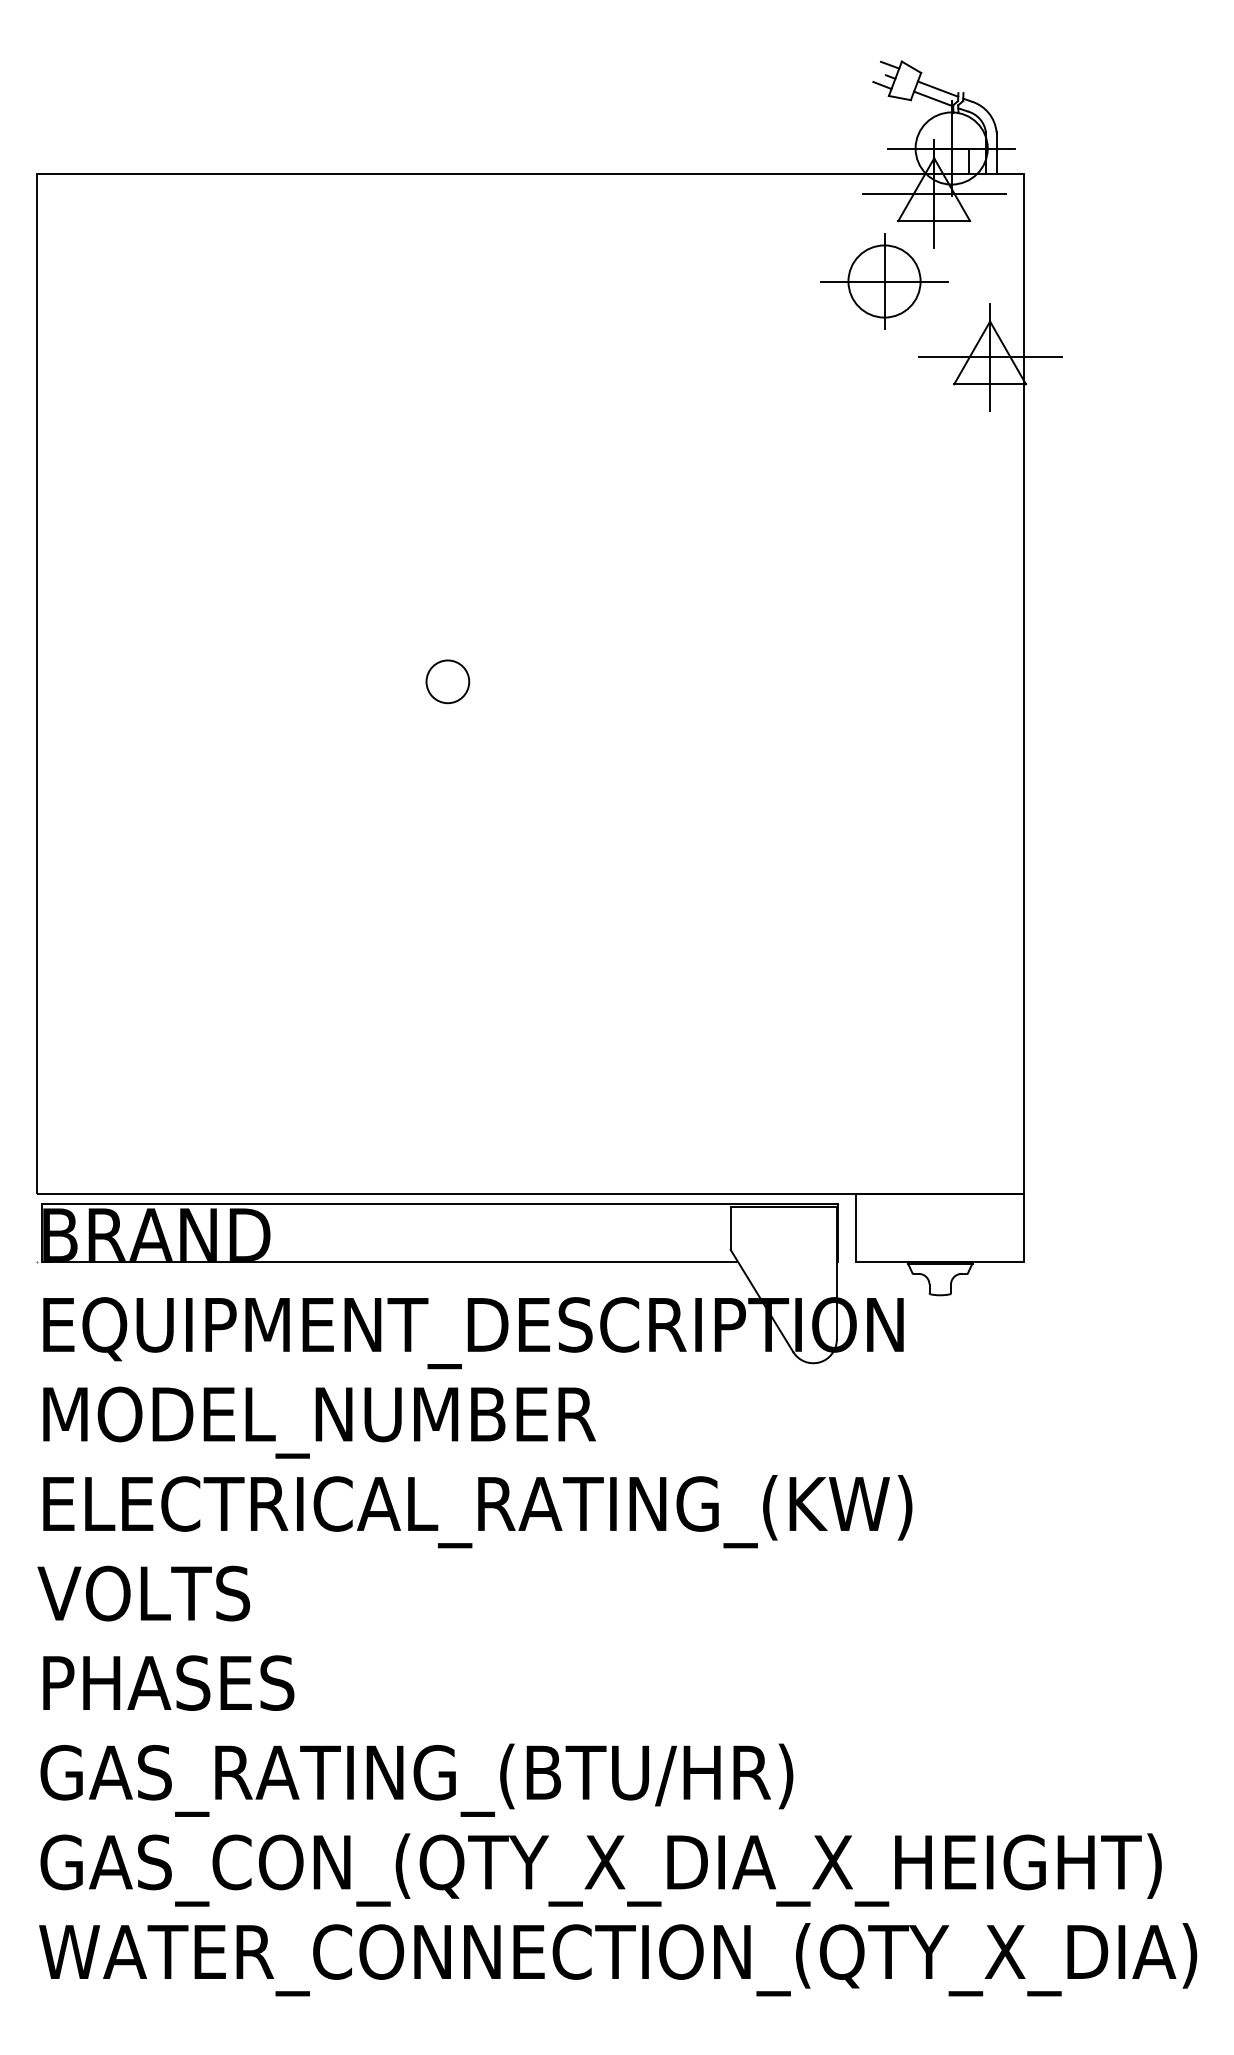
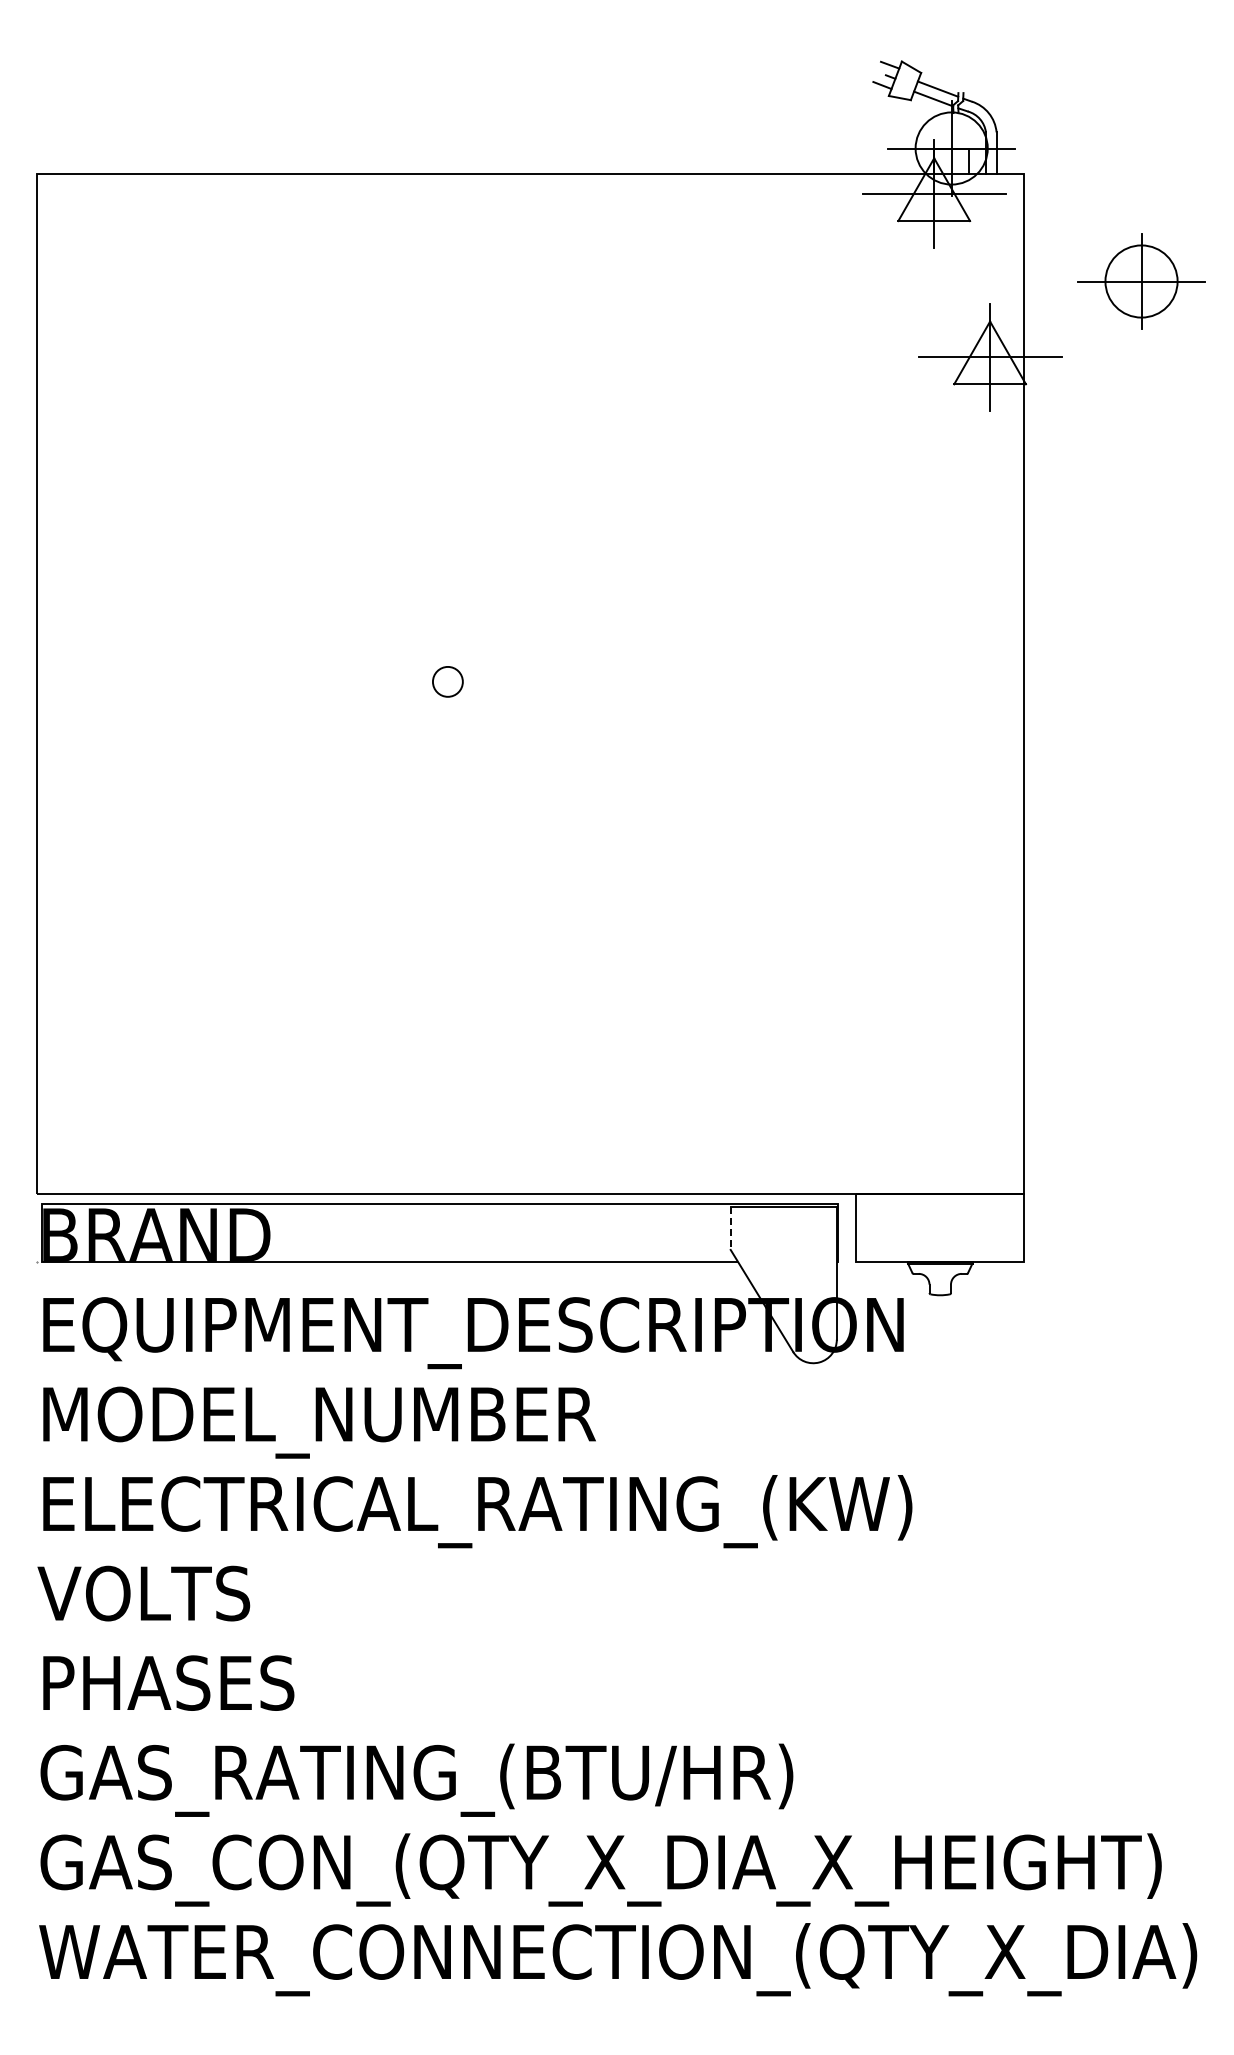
part at (884, 281) position: (884, 281) -> (1141, 281)
circle at (447, 681) size: 46x46 px -> 32x32 px
line at (730, 1229): solid -> dashed
